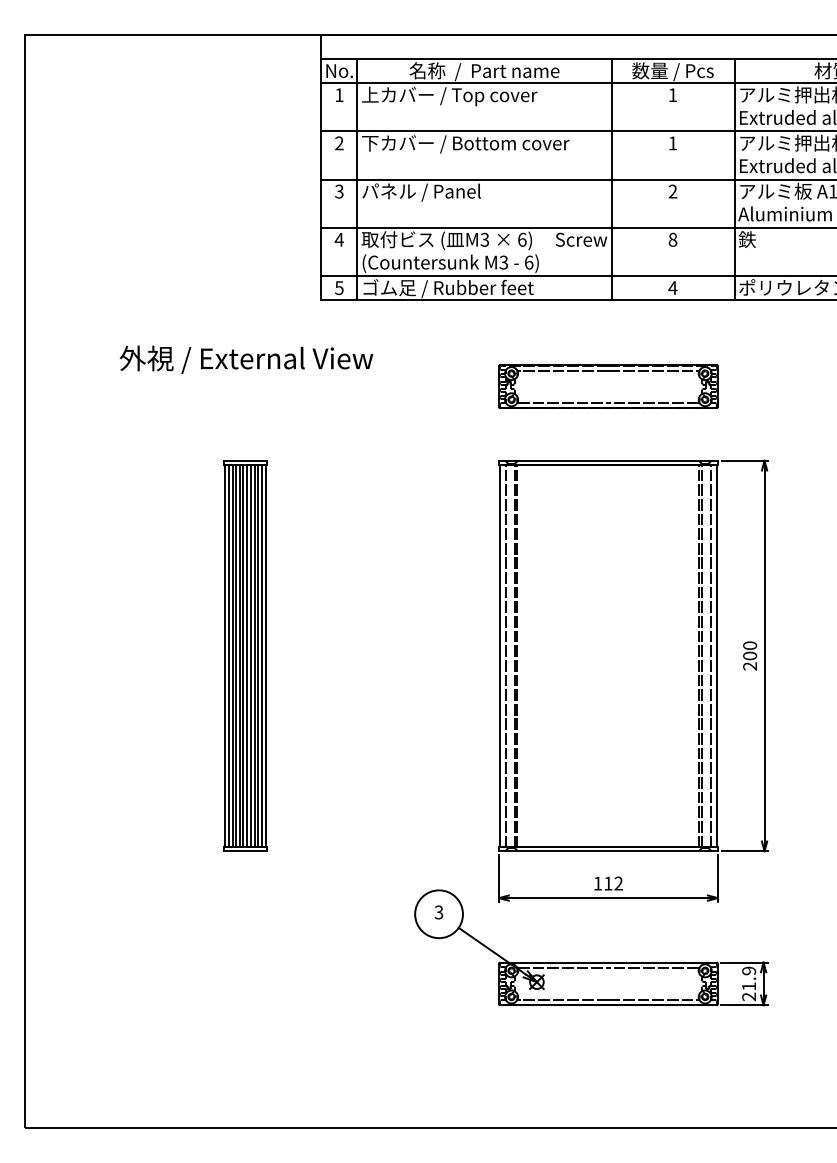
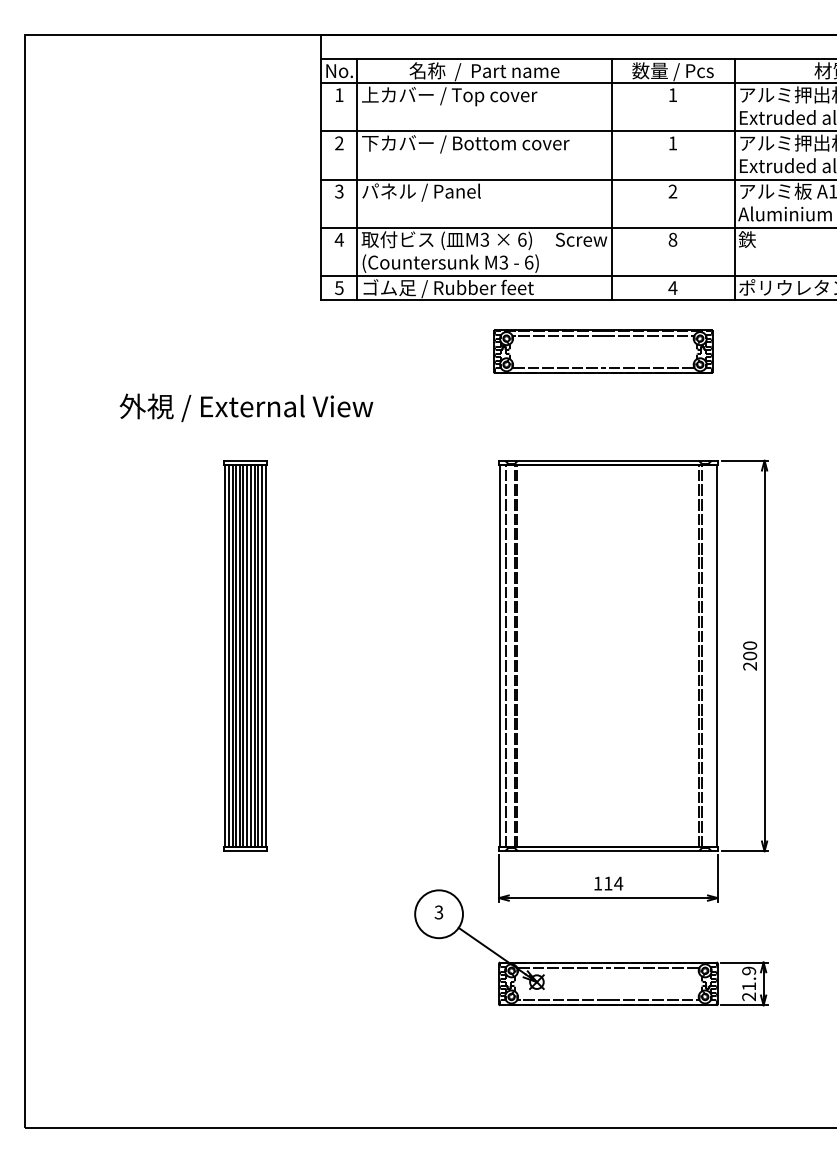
text at (246, 359) position: (246, 359) -> (246, 407)
part at (608, 386) position: (608, 386) -> (603, 351)
line at (711, 655): present -> none
text at (618, 883): 112 -> 114
